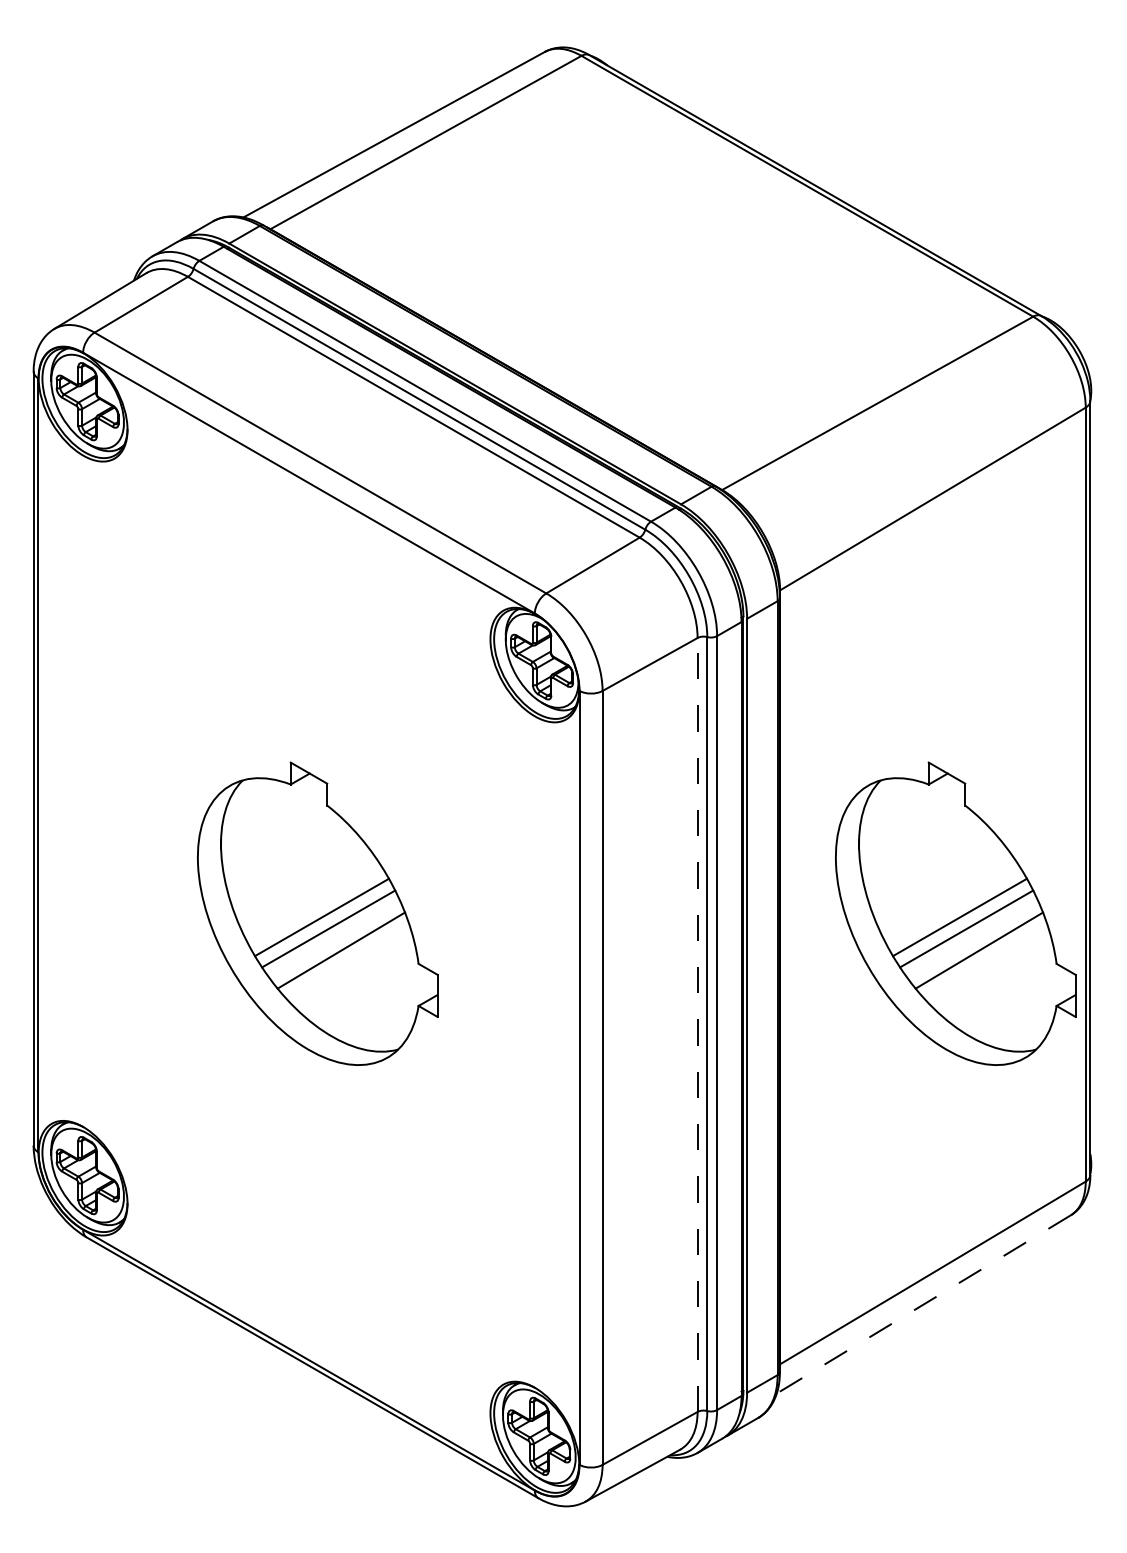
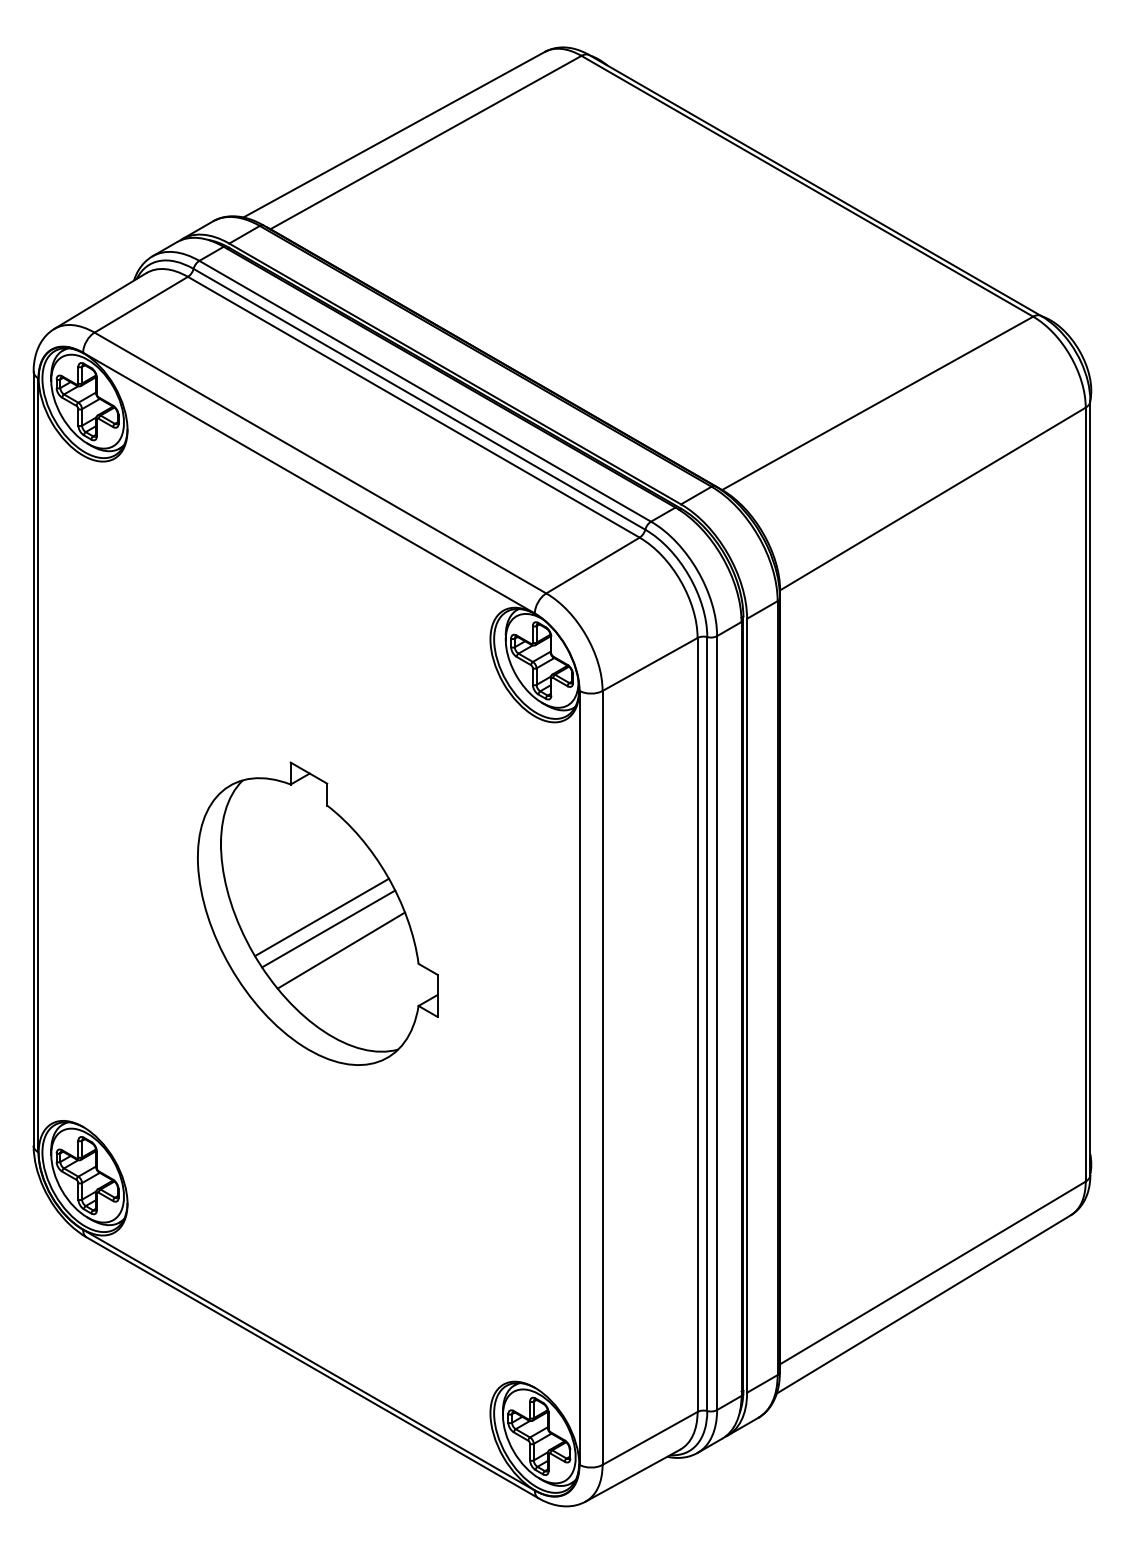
part at (955, 913): present -> none
line at (697, 1024): dashed -> solid
line at (923, 1304): dashed -> solid
